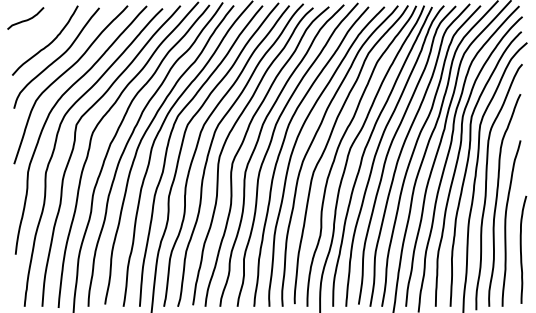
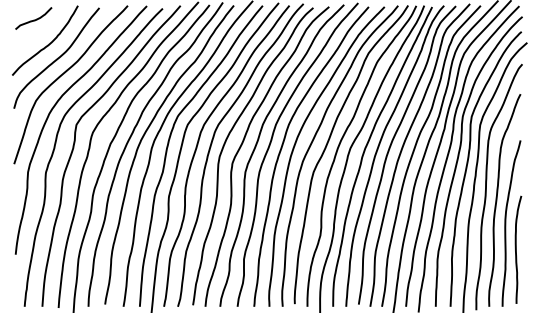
curve at (25, 19) position: (25, 19) -> (33, 19)
curve at (521, 249) position: (521, 249) -> (516, 249)
